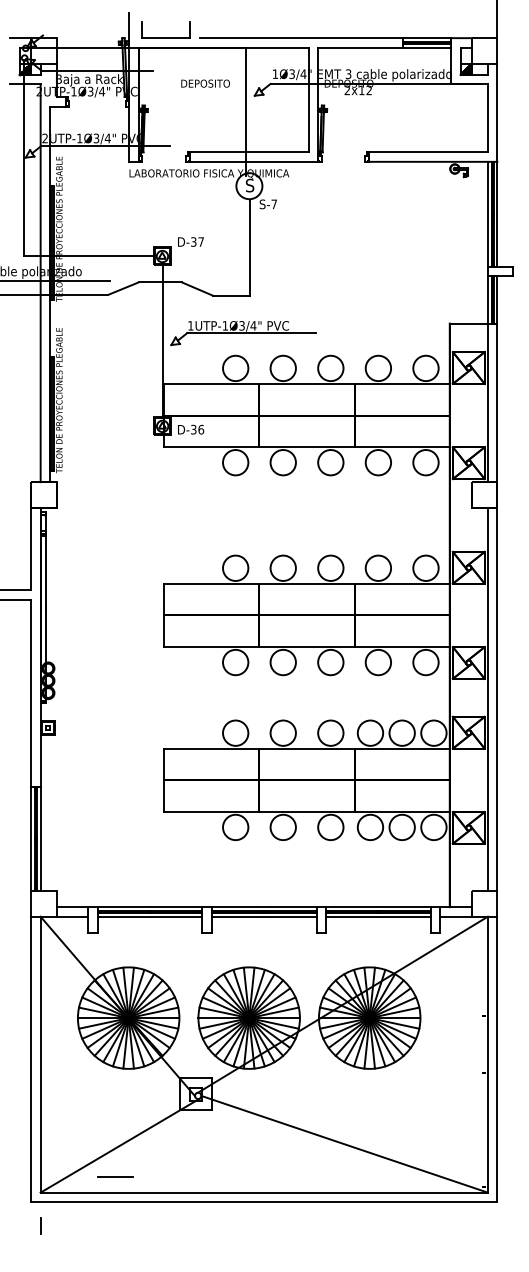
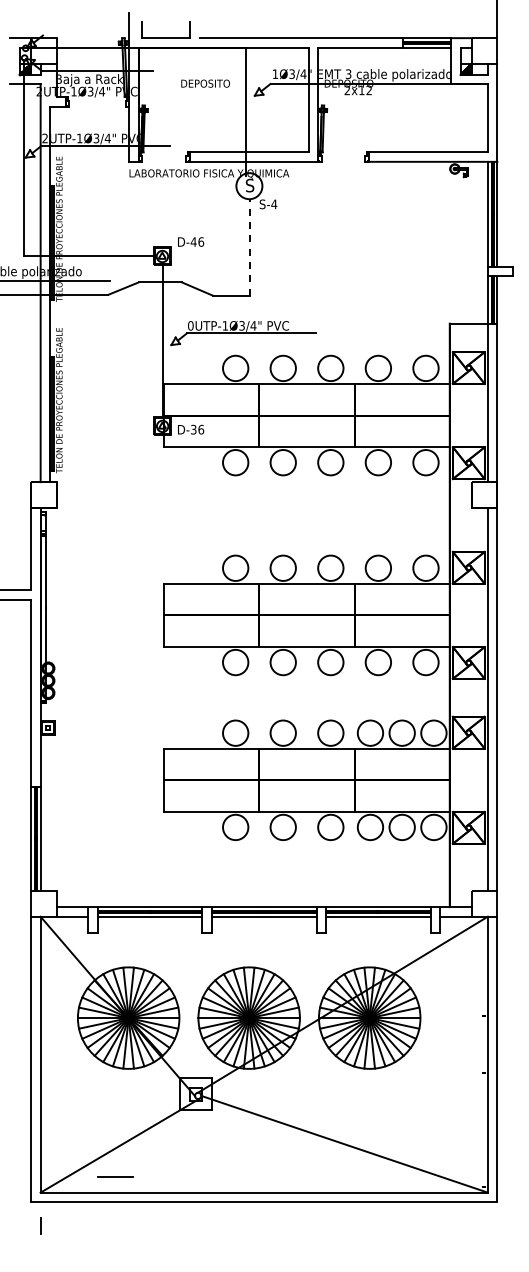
text at (274, 204): S-7 -> S-4
text at (197, 241): D-37 -> D-46
line at (249, 247): solid -> dashed
text at (190, 325): 1UTP-1Ø3/4" -> 0UTP-1Ø3/4"
